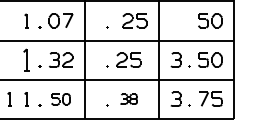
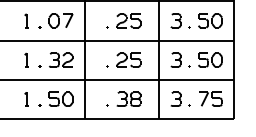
part at (134, 20) position: (134, 20) -> (128, 20)
part at (180, 20): none -> present
part at (26, 59) size: 7x24 px -> 5x16 px
part at (128, 98) size: 18x12 px -> 26x16 px
part at (9, 99): present -> none
part at (60, 99) size: 20x13 px -> 26x16 px
